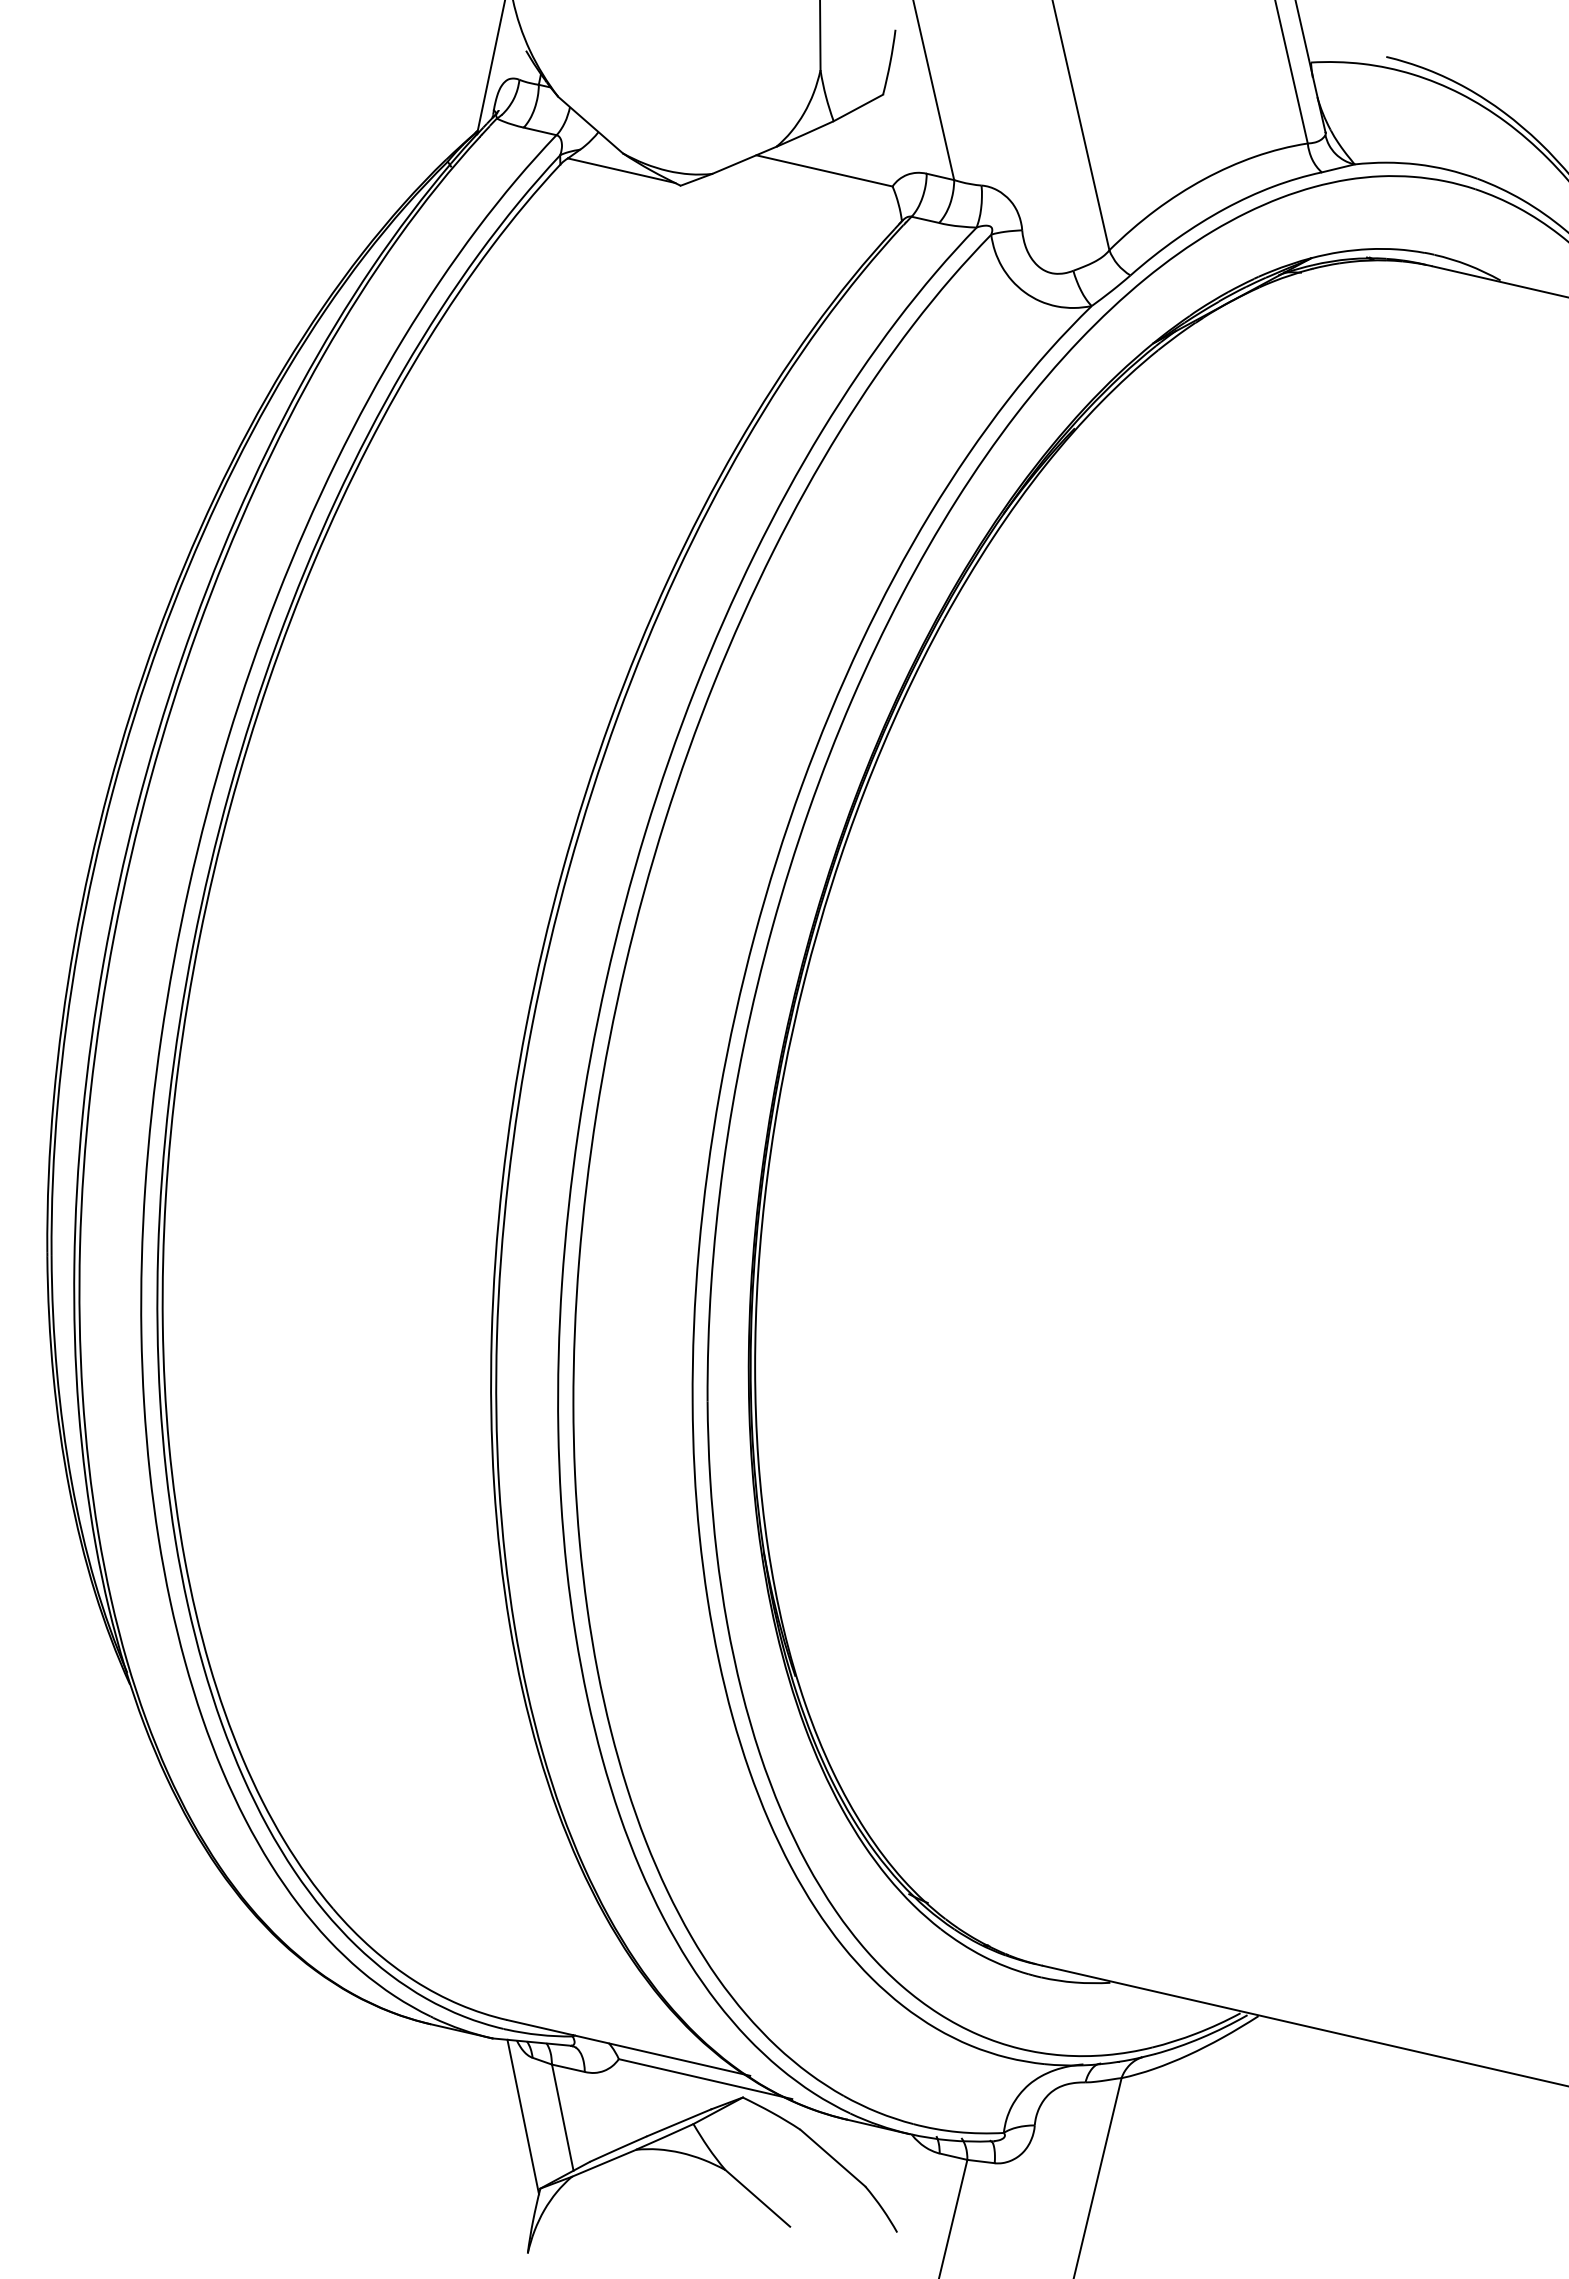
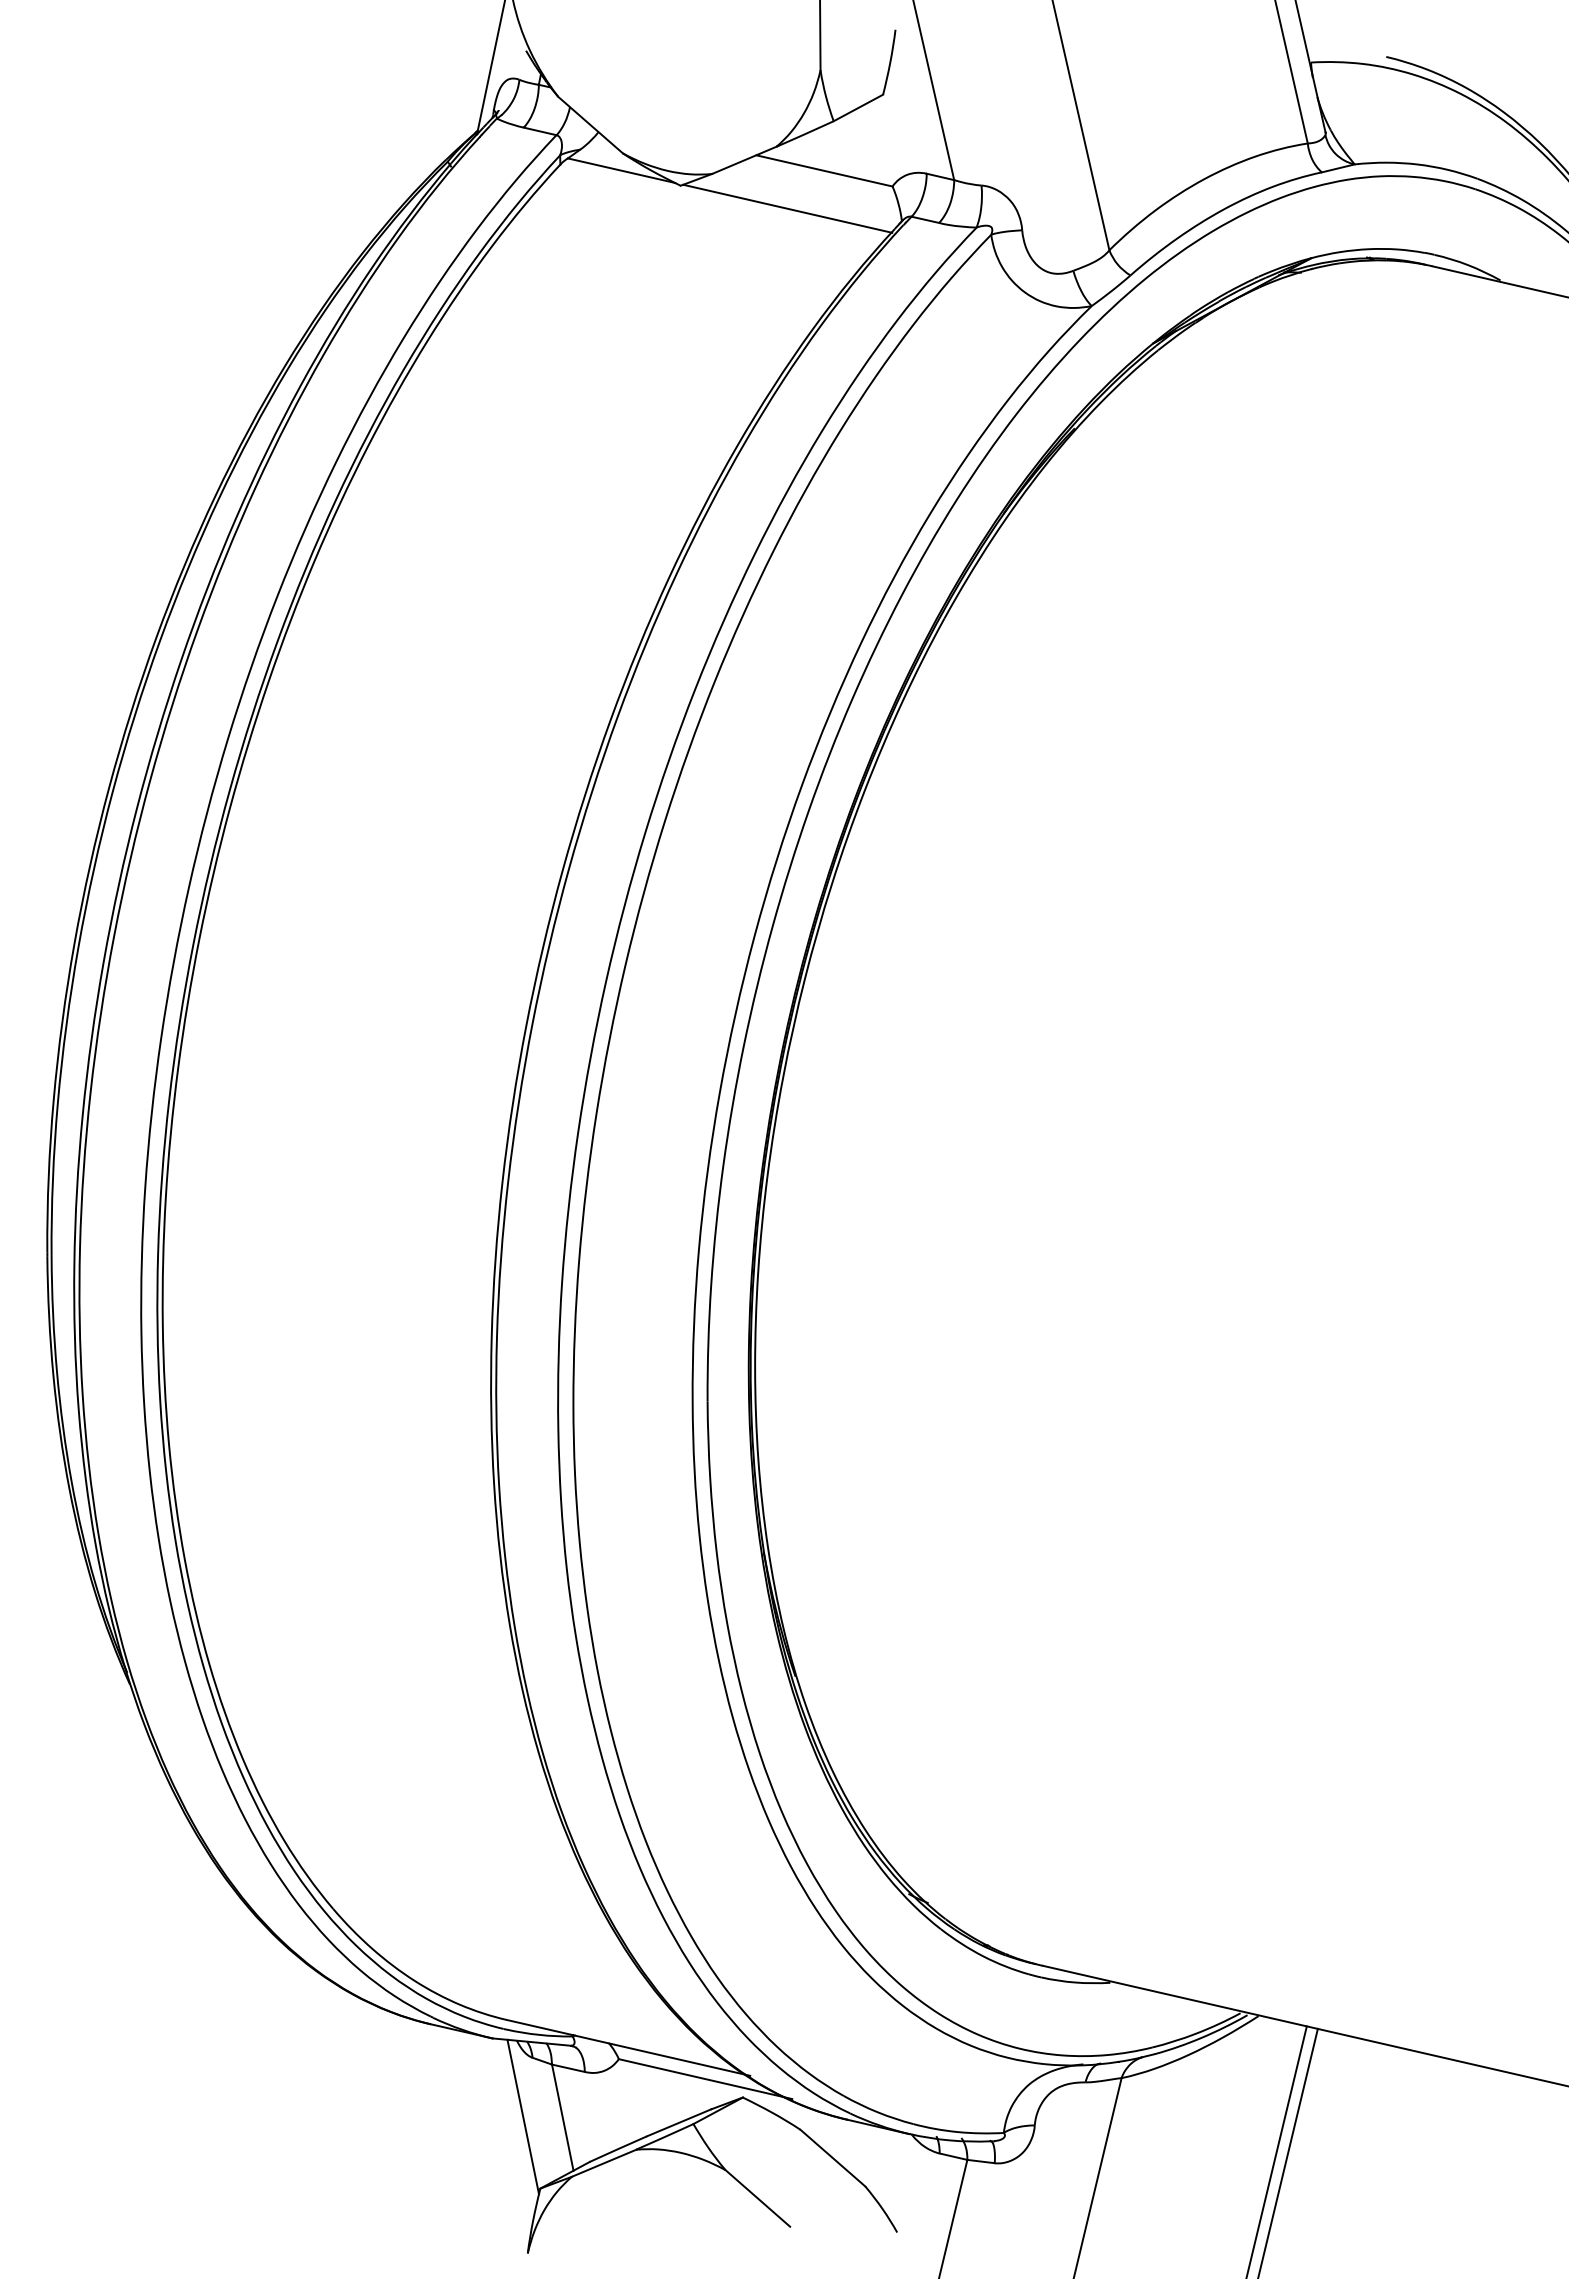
line at (787, 208): none -> present
line at (1276, 2150): none -> present
line at (1287, 2151): none -> present
